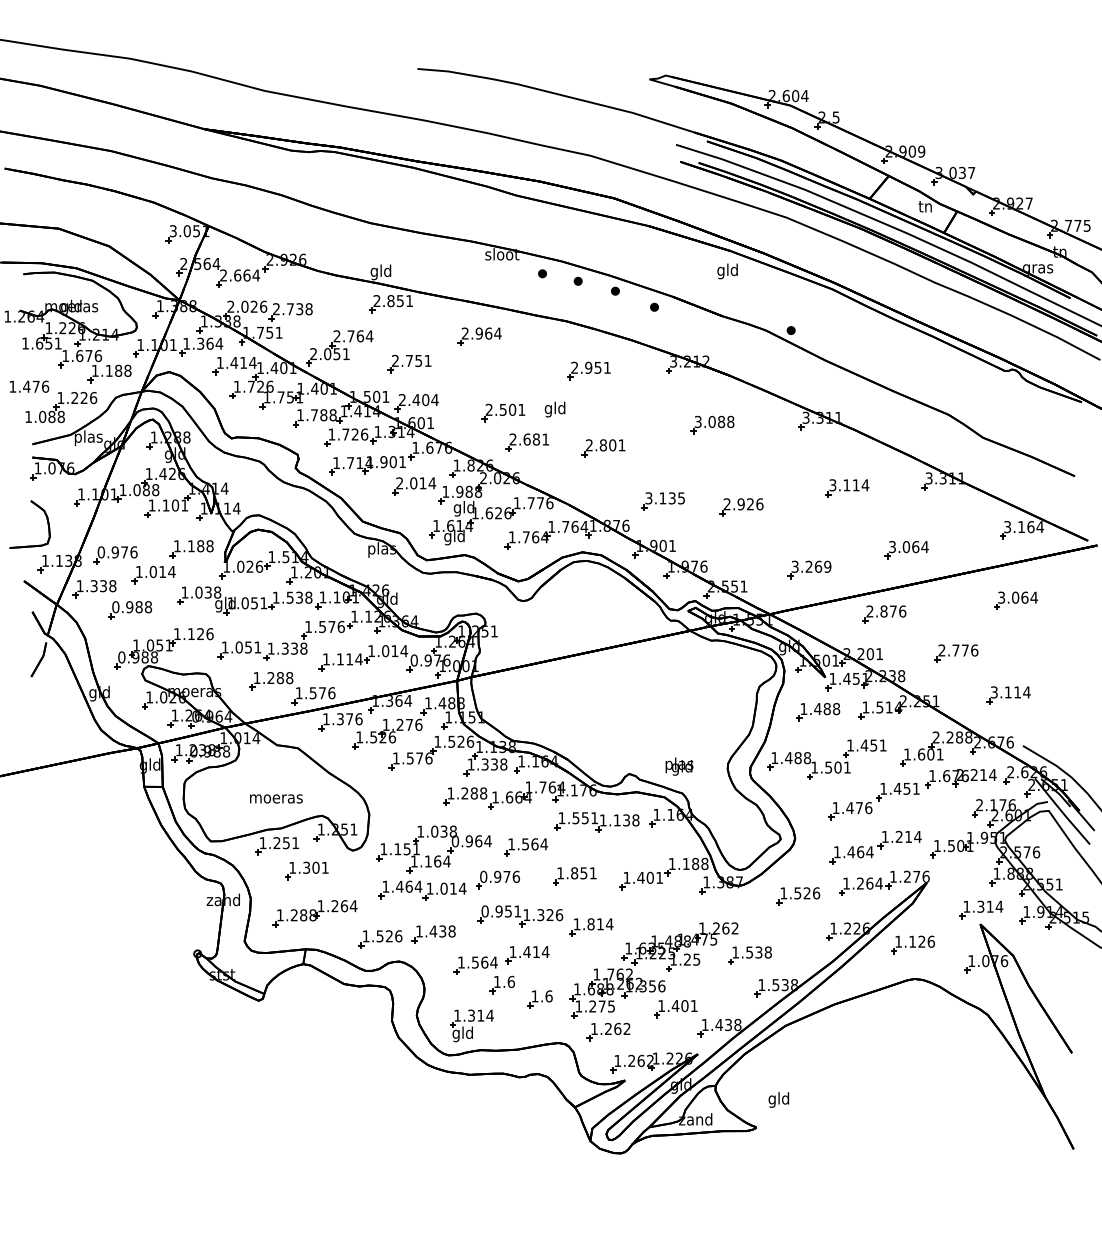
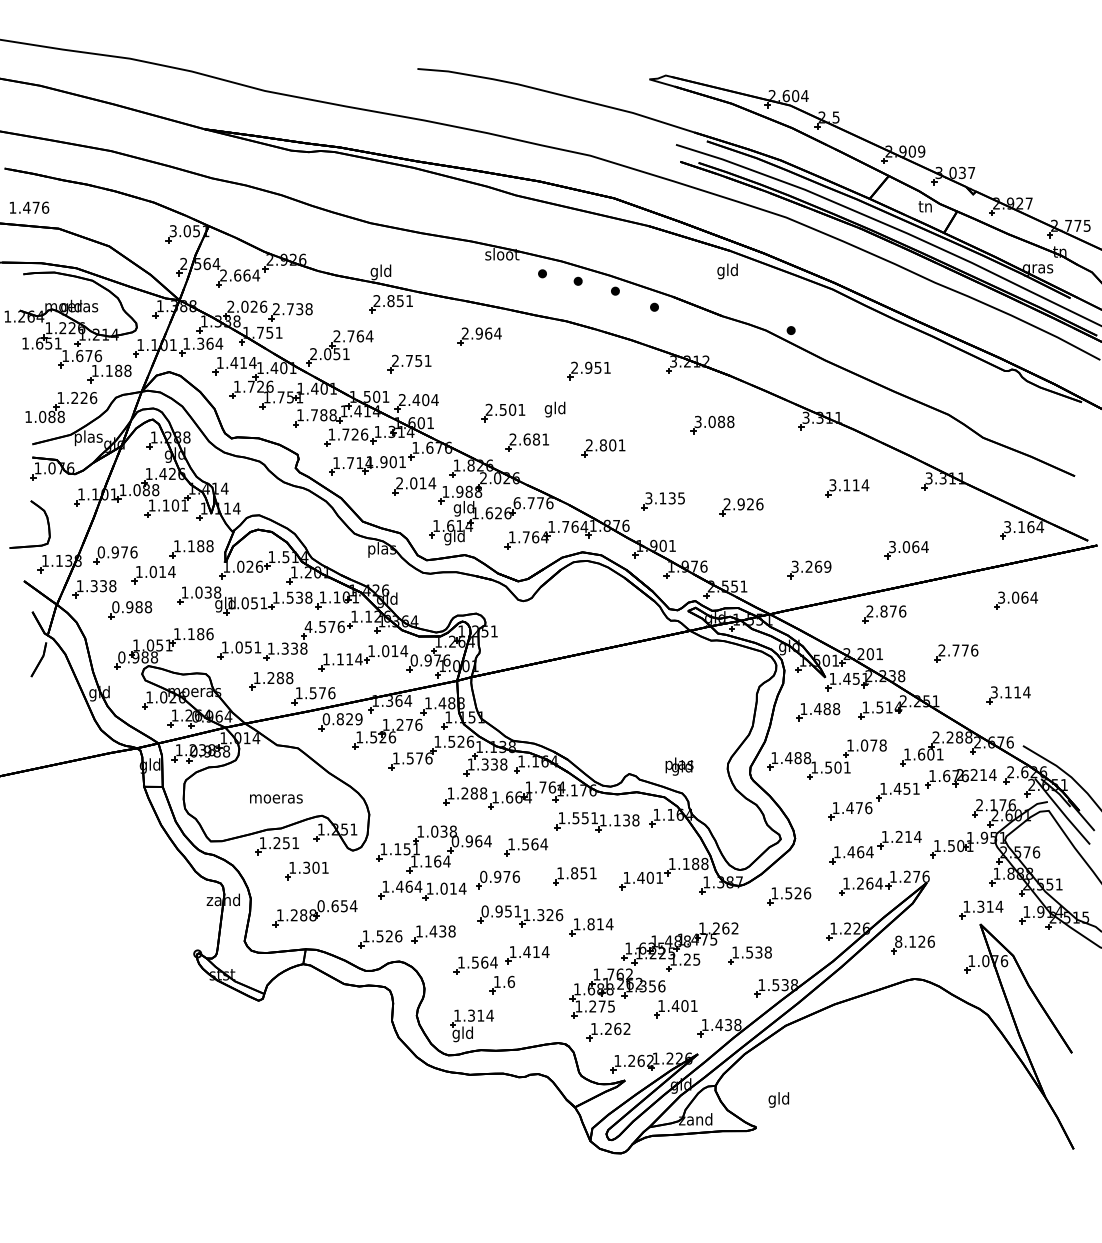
text at (29, 386) position: (29, 386) -> (29, 207)
text at (516, 503): 1.776 -> 6.776
text at (308, 626): 1.576 -> 4.576
text at (200, 634): 1.126 -> 1.186
text at (342, 719): 1.376 -> 0.829
text at (873, 745): 1.451 -> 1.078
part at (798, 896) position: (798, 896) -> (789, 896)
text at (332, 906): 1.264 -> 0.654
text at (898, 941): 1.126 -> 8.126
part at (539, 999): present -> none
